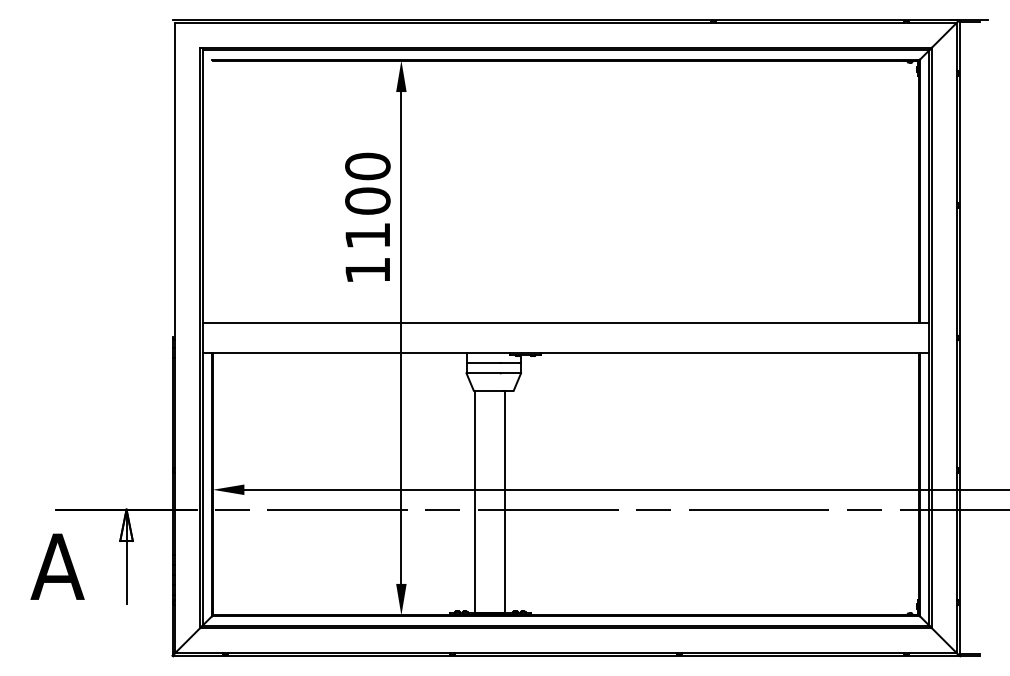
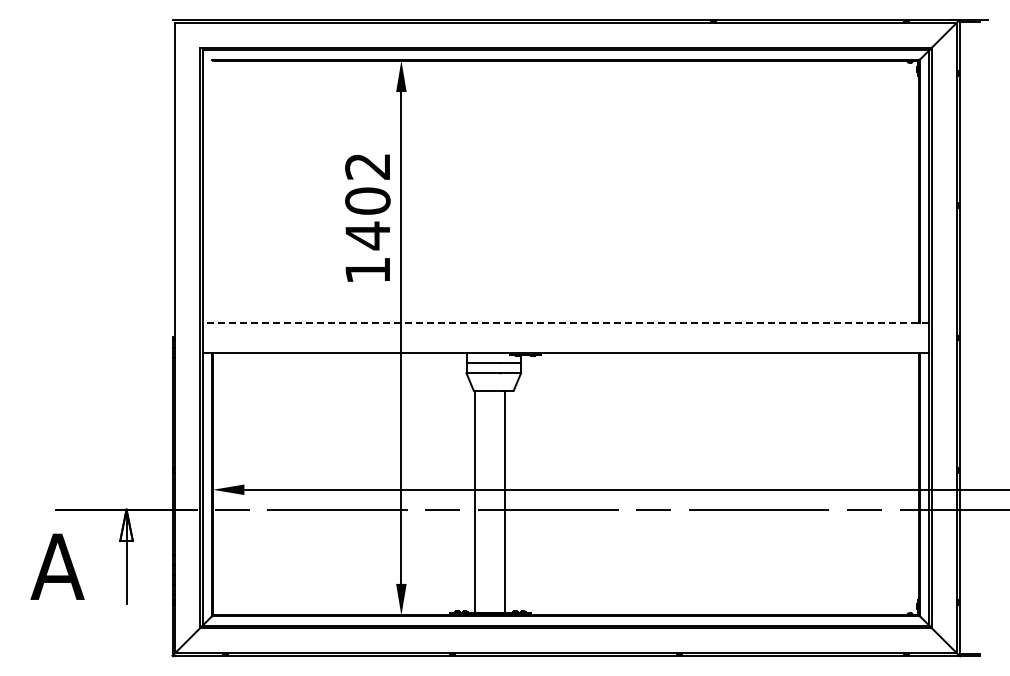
text at (367, 201): 1100 -> 1402
line at (565, 322): solid -> dashed
